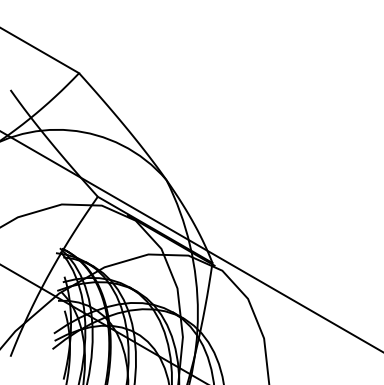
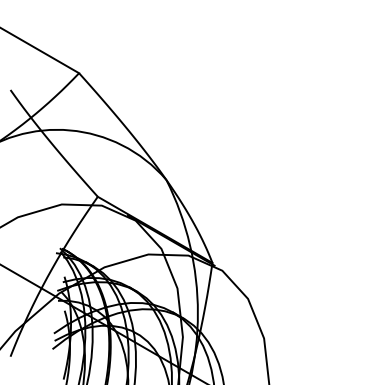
line at (191, 241): present -> none
